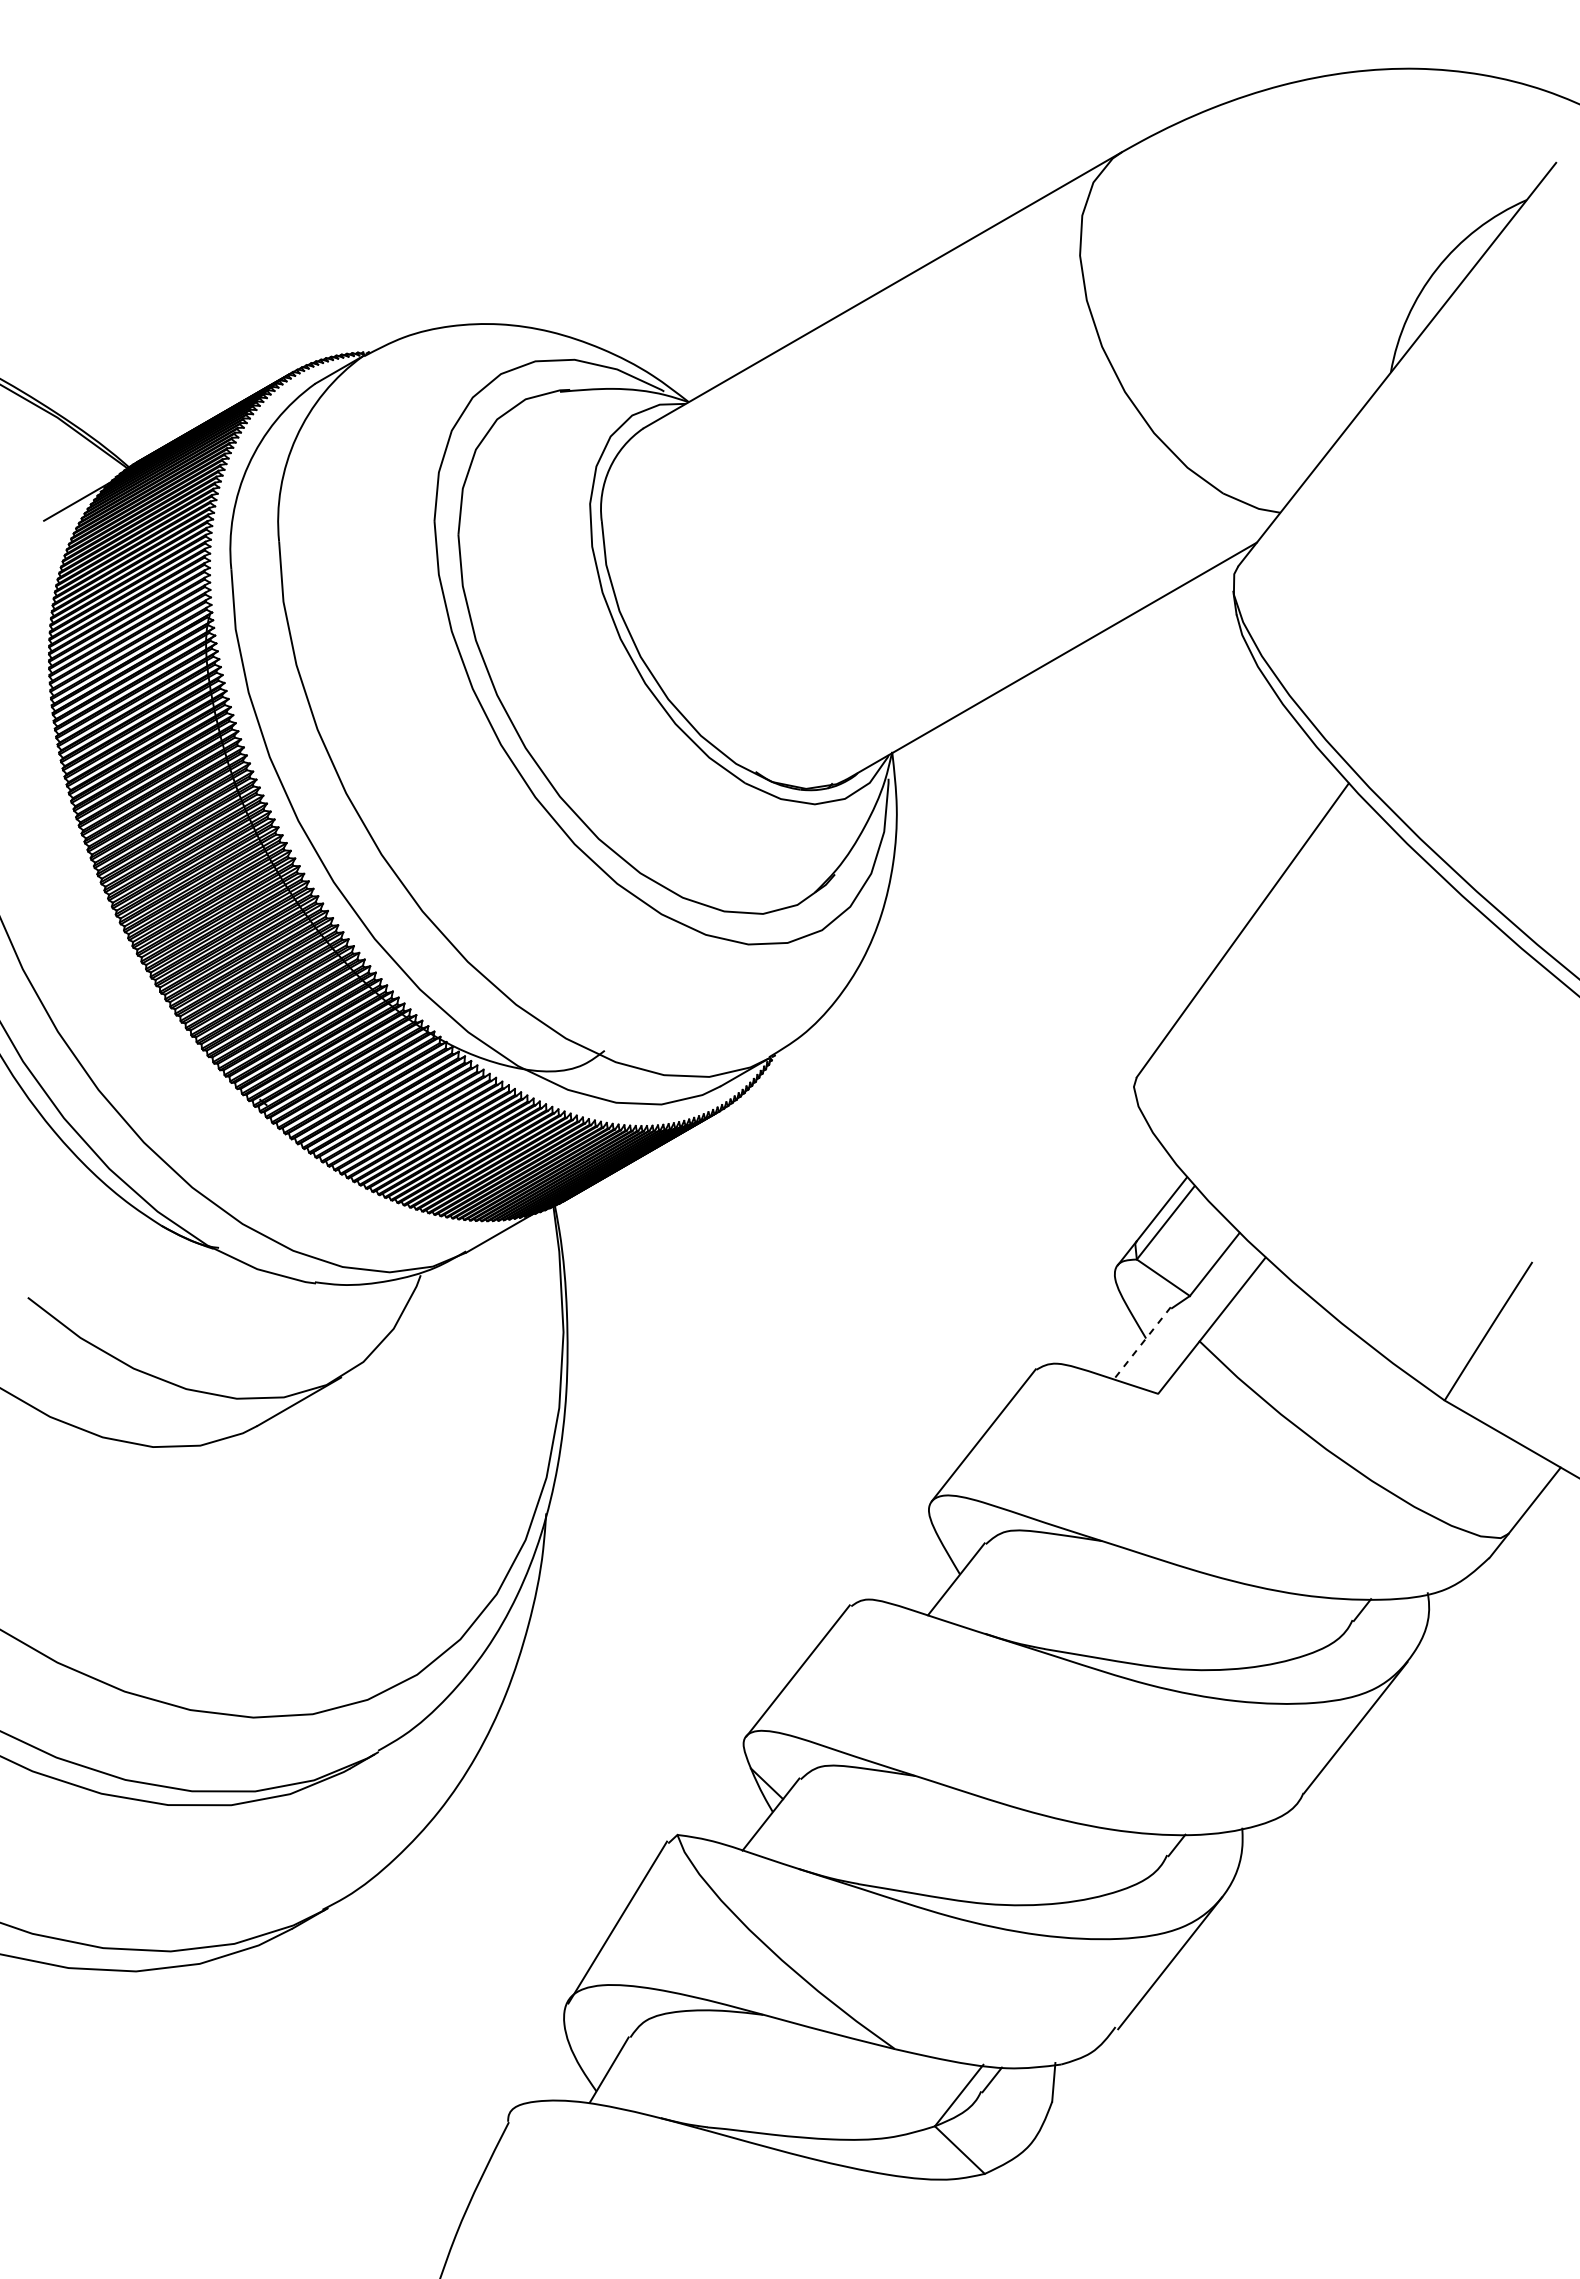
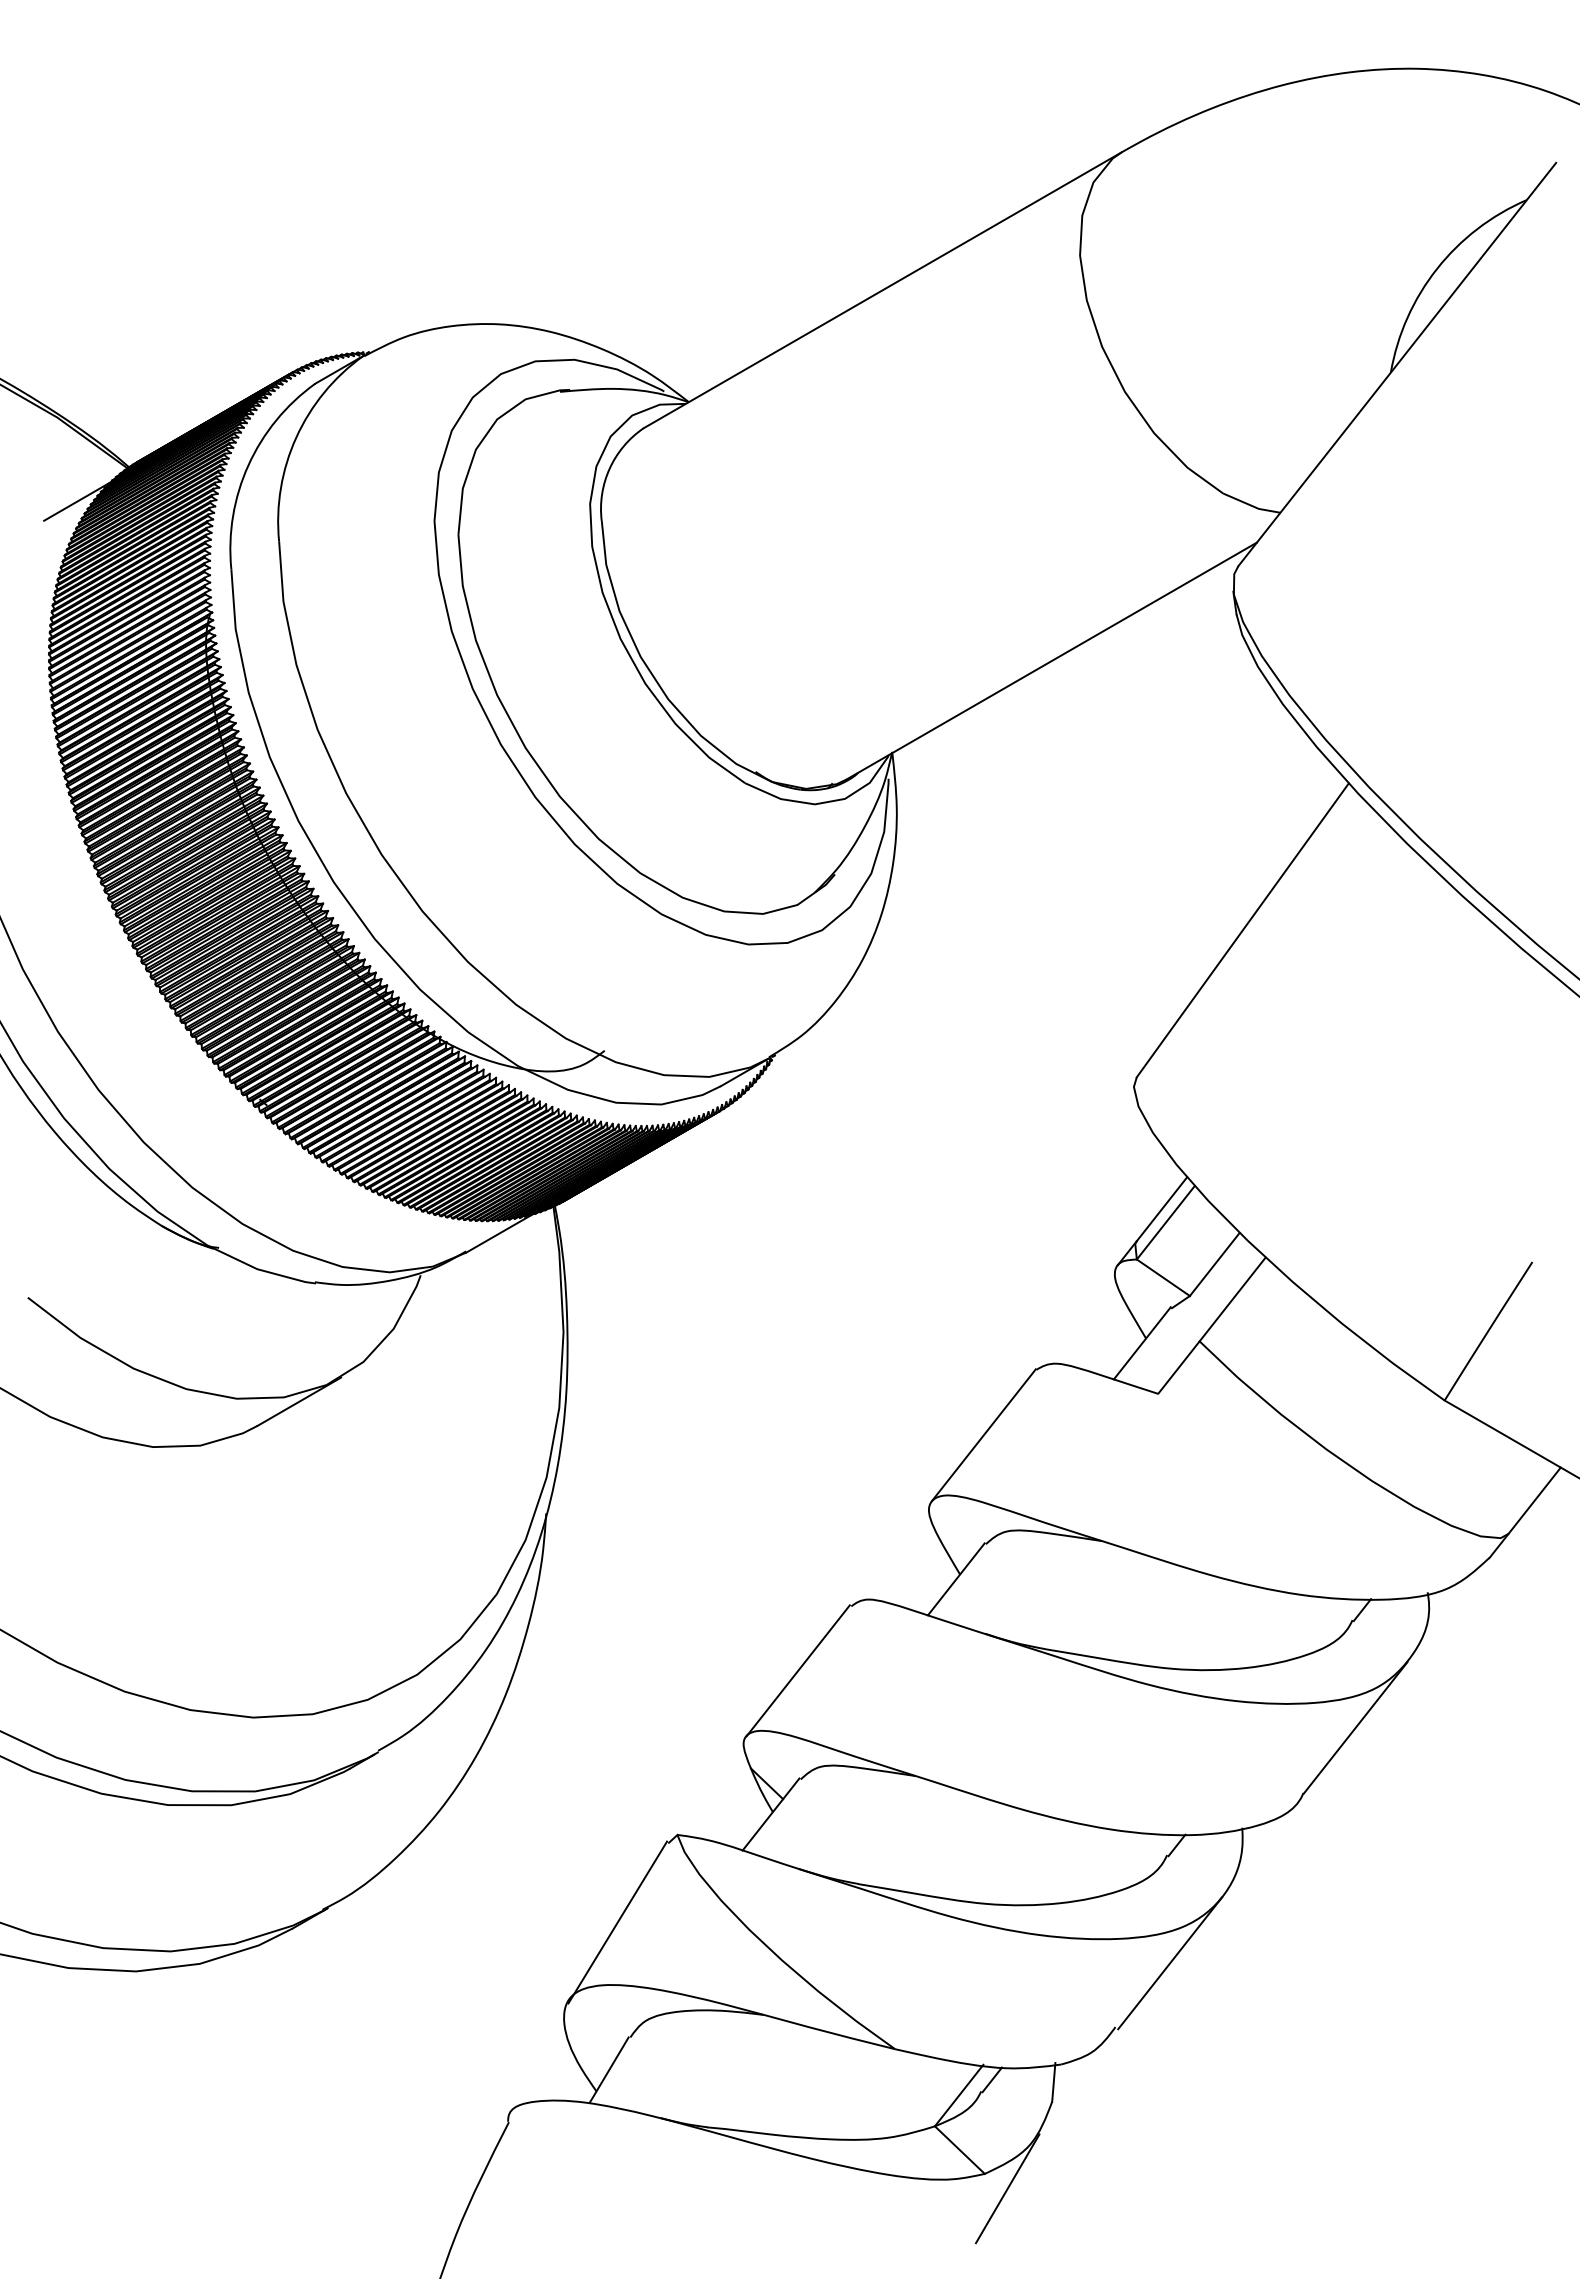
line at (1142, 1343): dashed -> solid
line at (1007, 2188): none -> present
